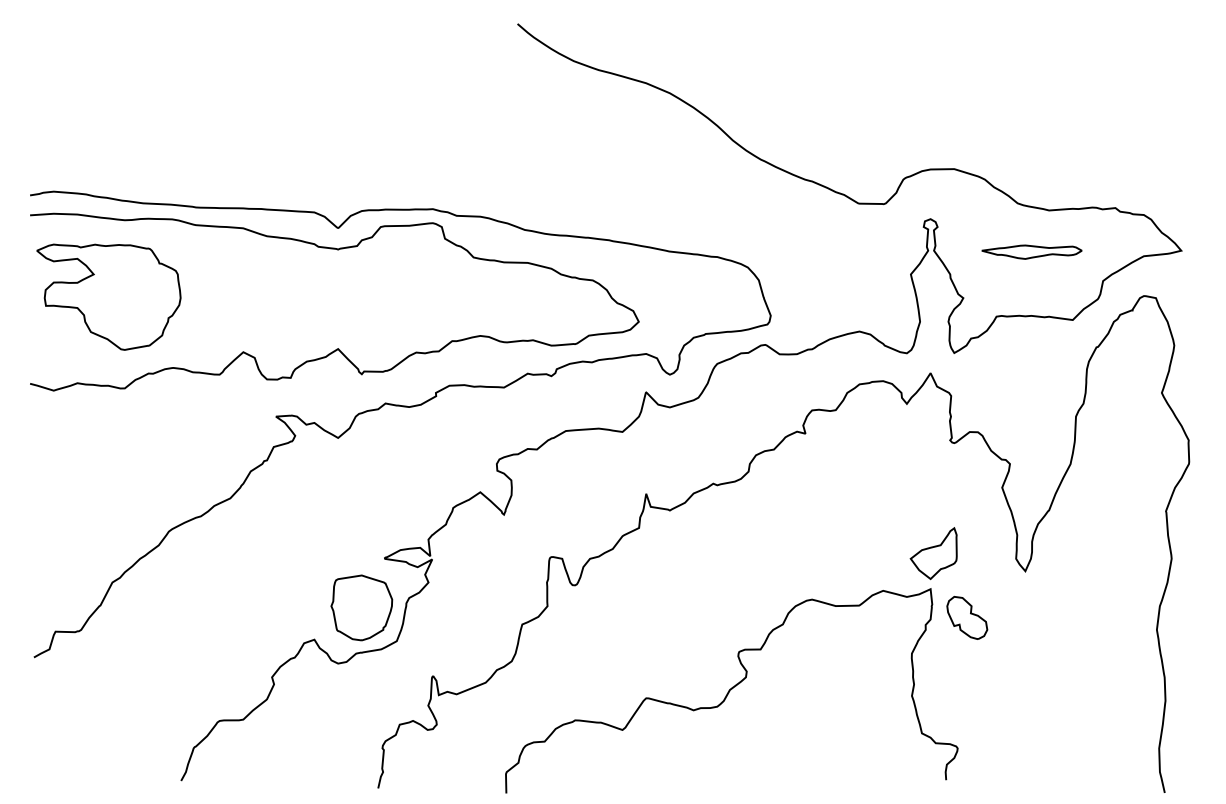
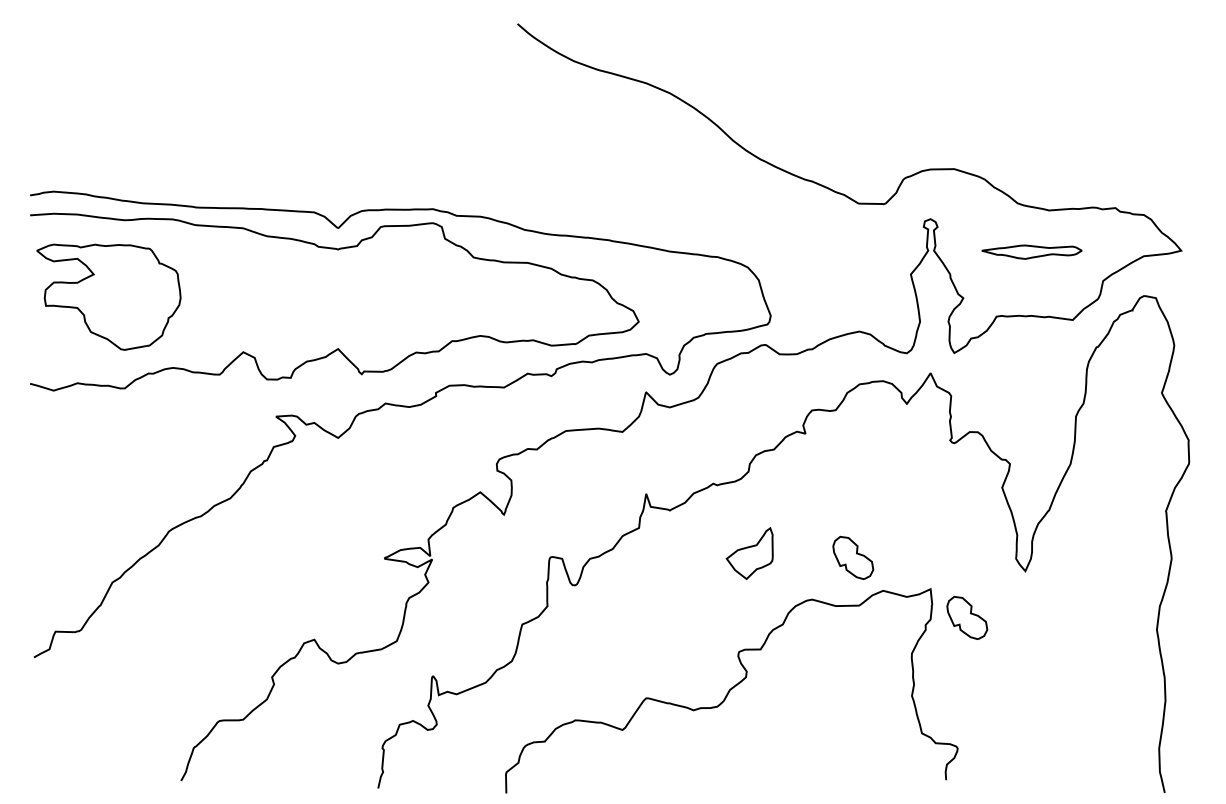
part at (933, 553) position: (933, 553) -> (749, 553)
part at (853, 557): none -> present
part at (361, 607): present -> none
